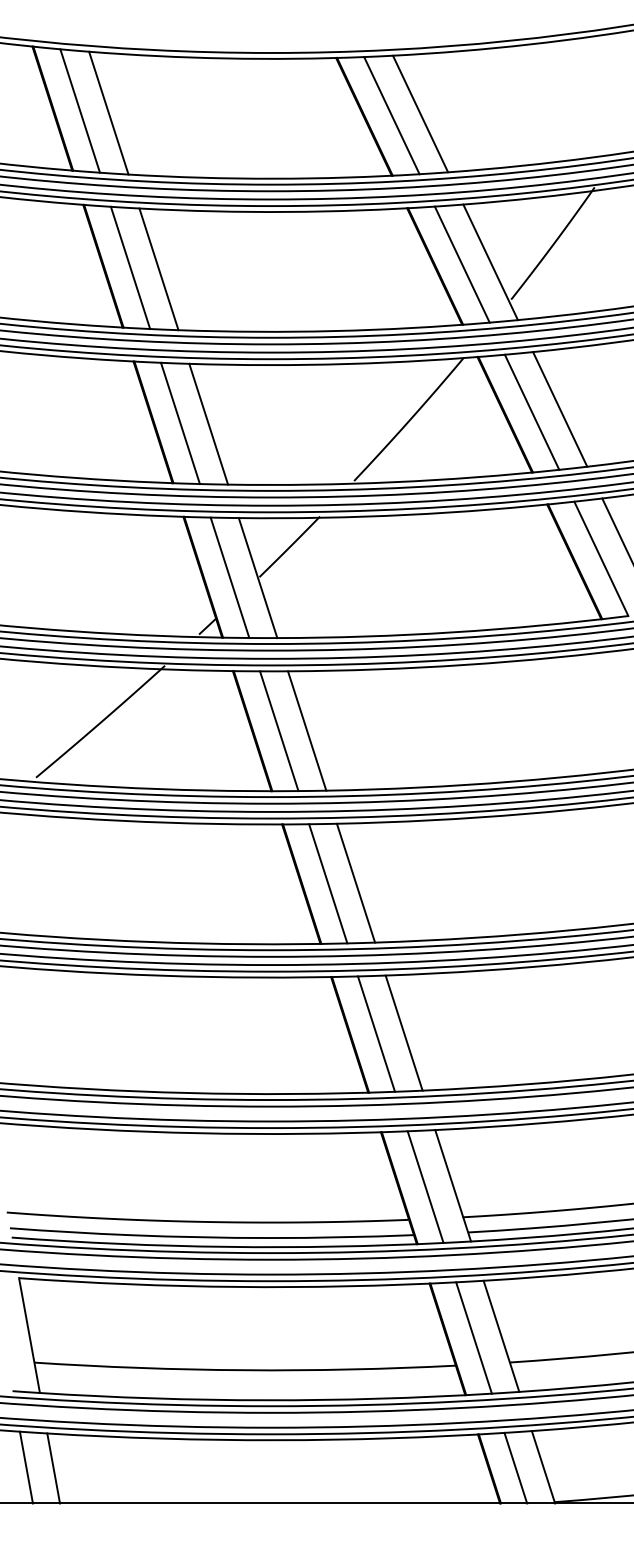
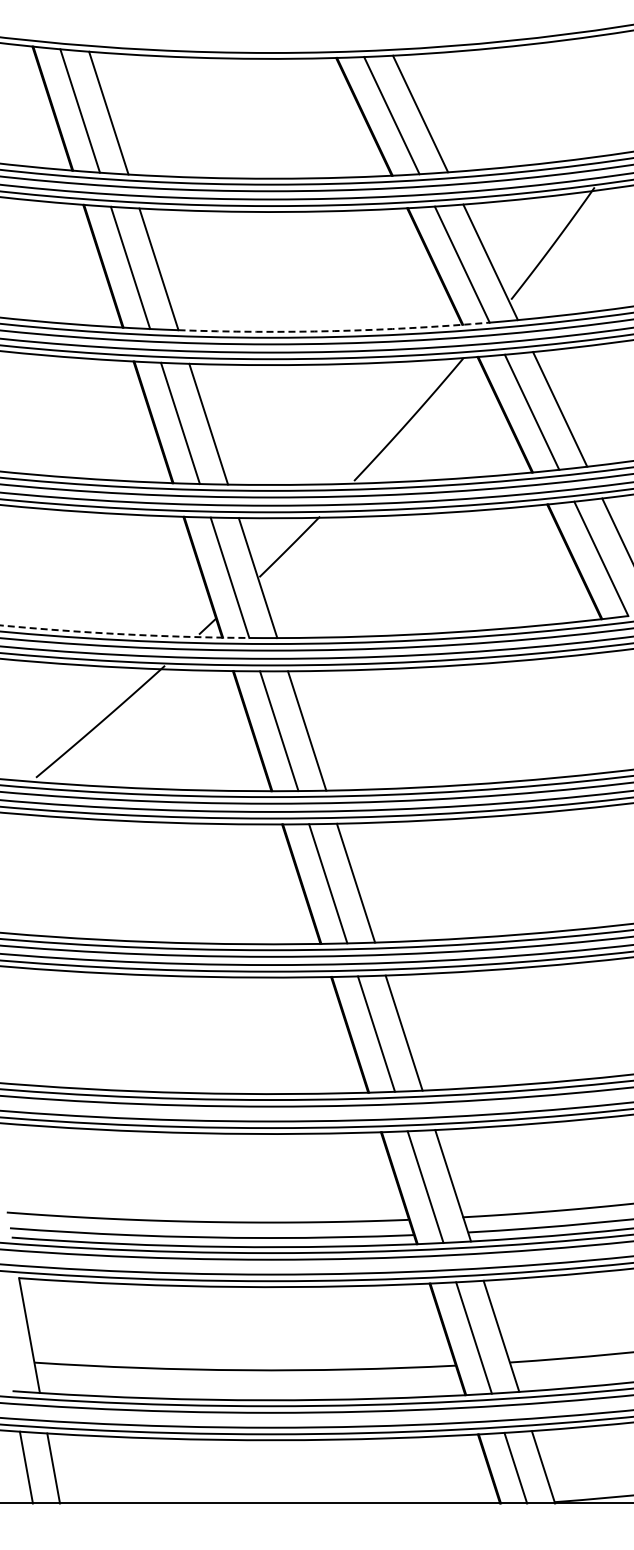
arc at (334, 331): solid -> dashed
arc at (125, 634): solid -> dashed
